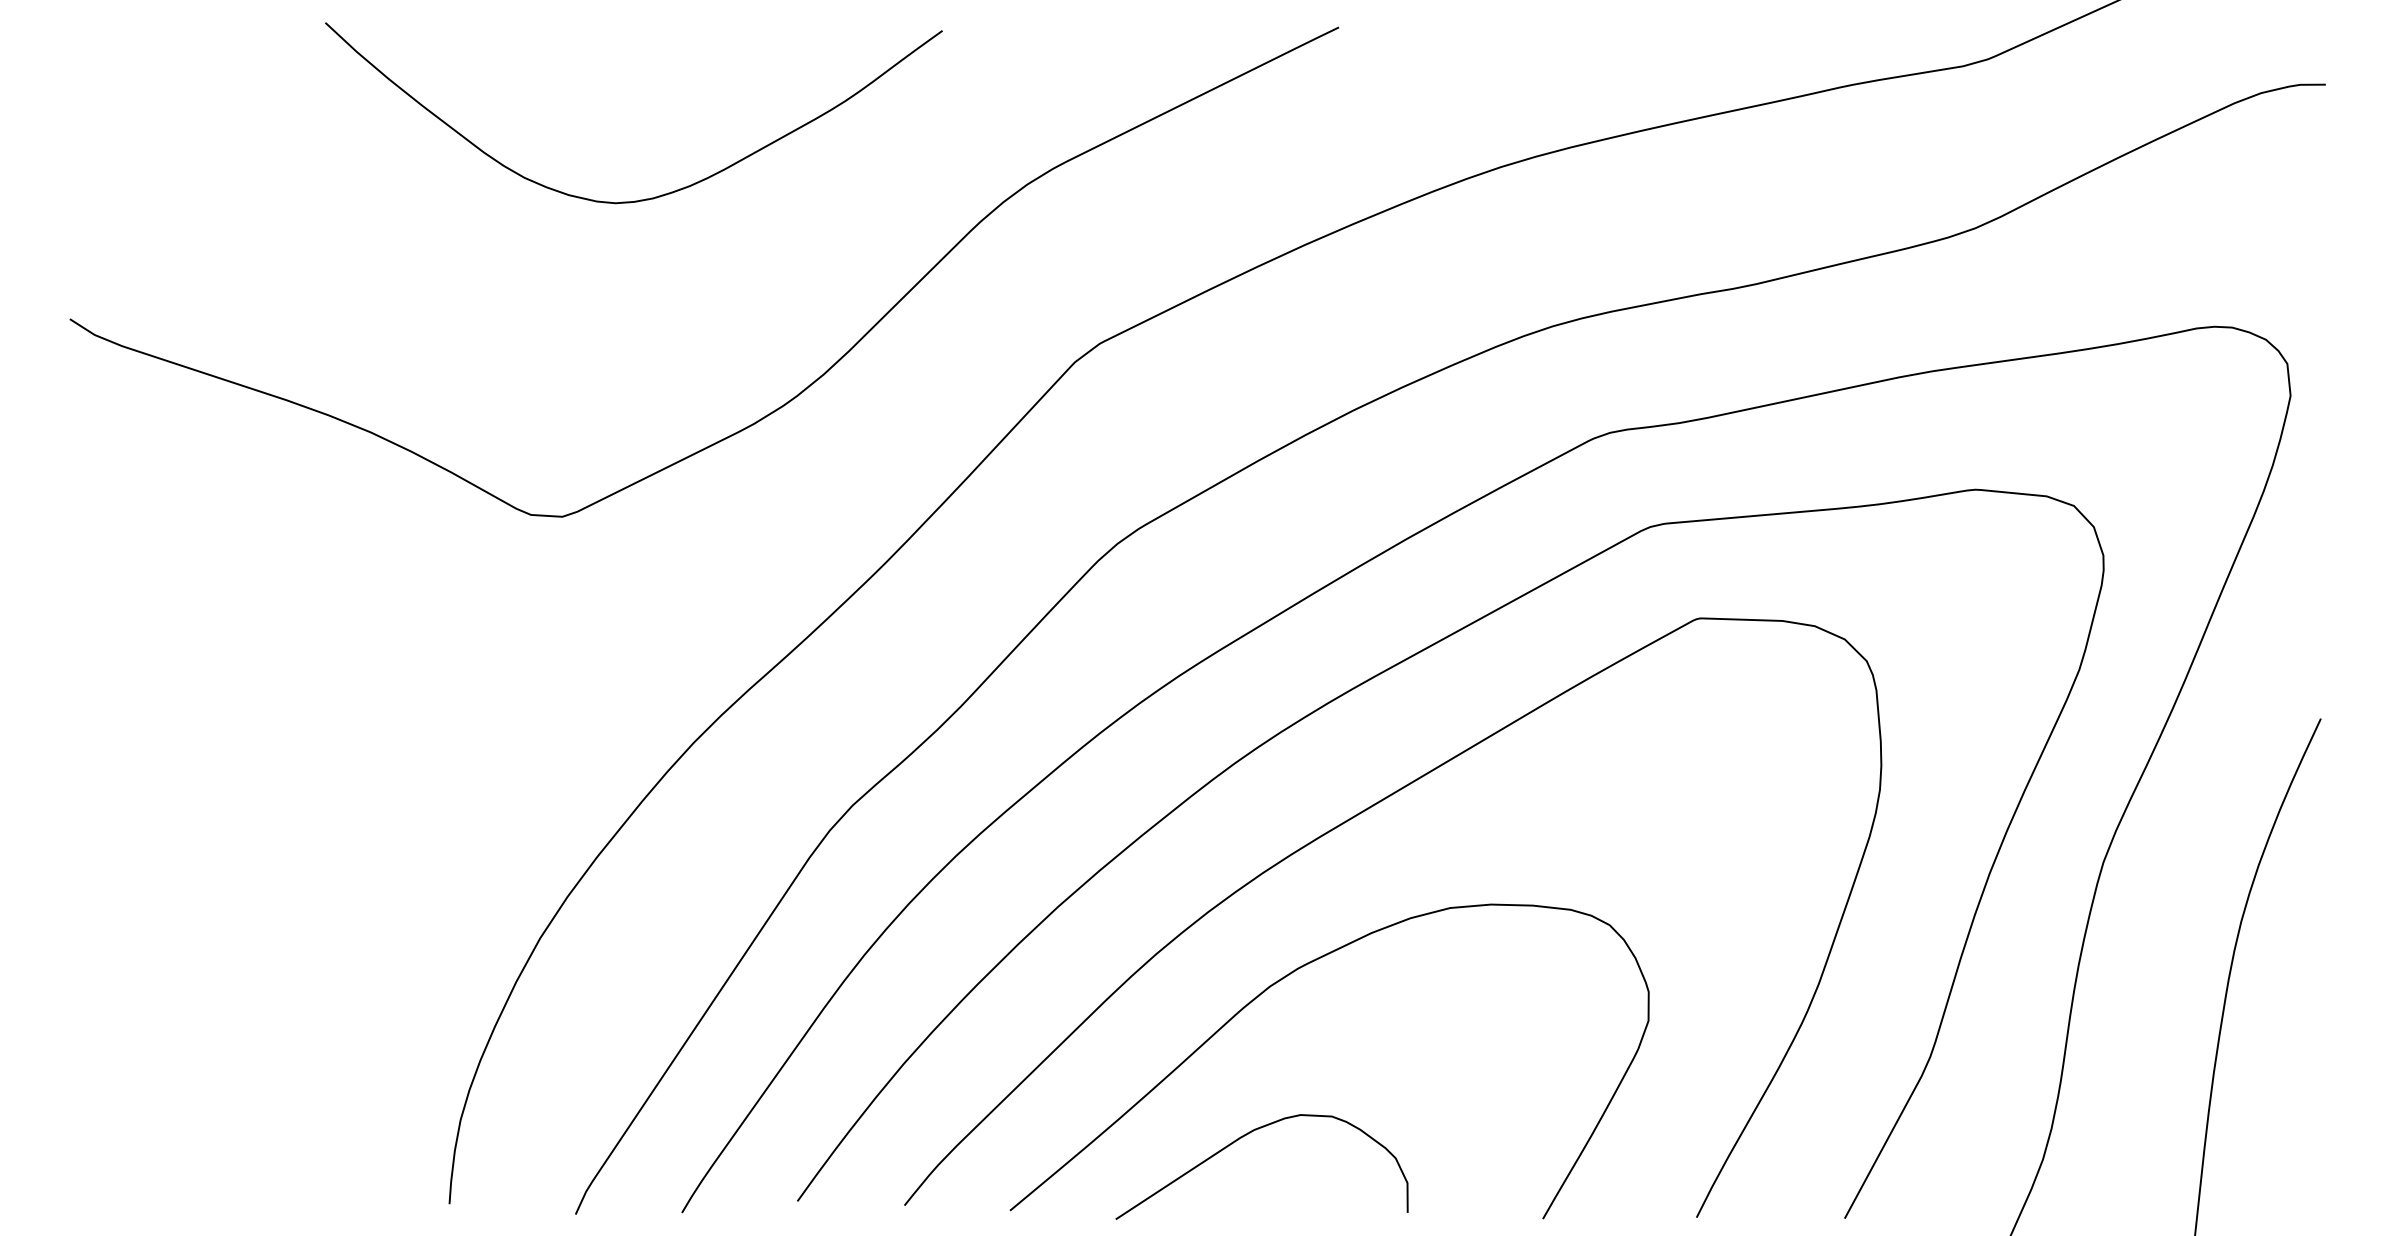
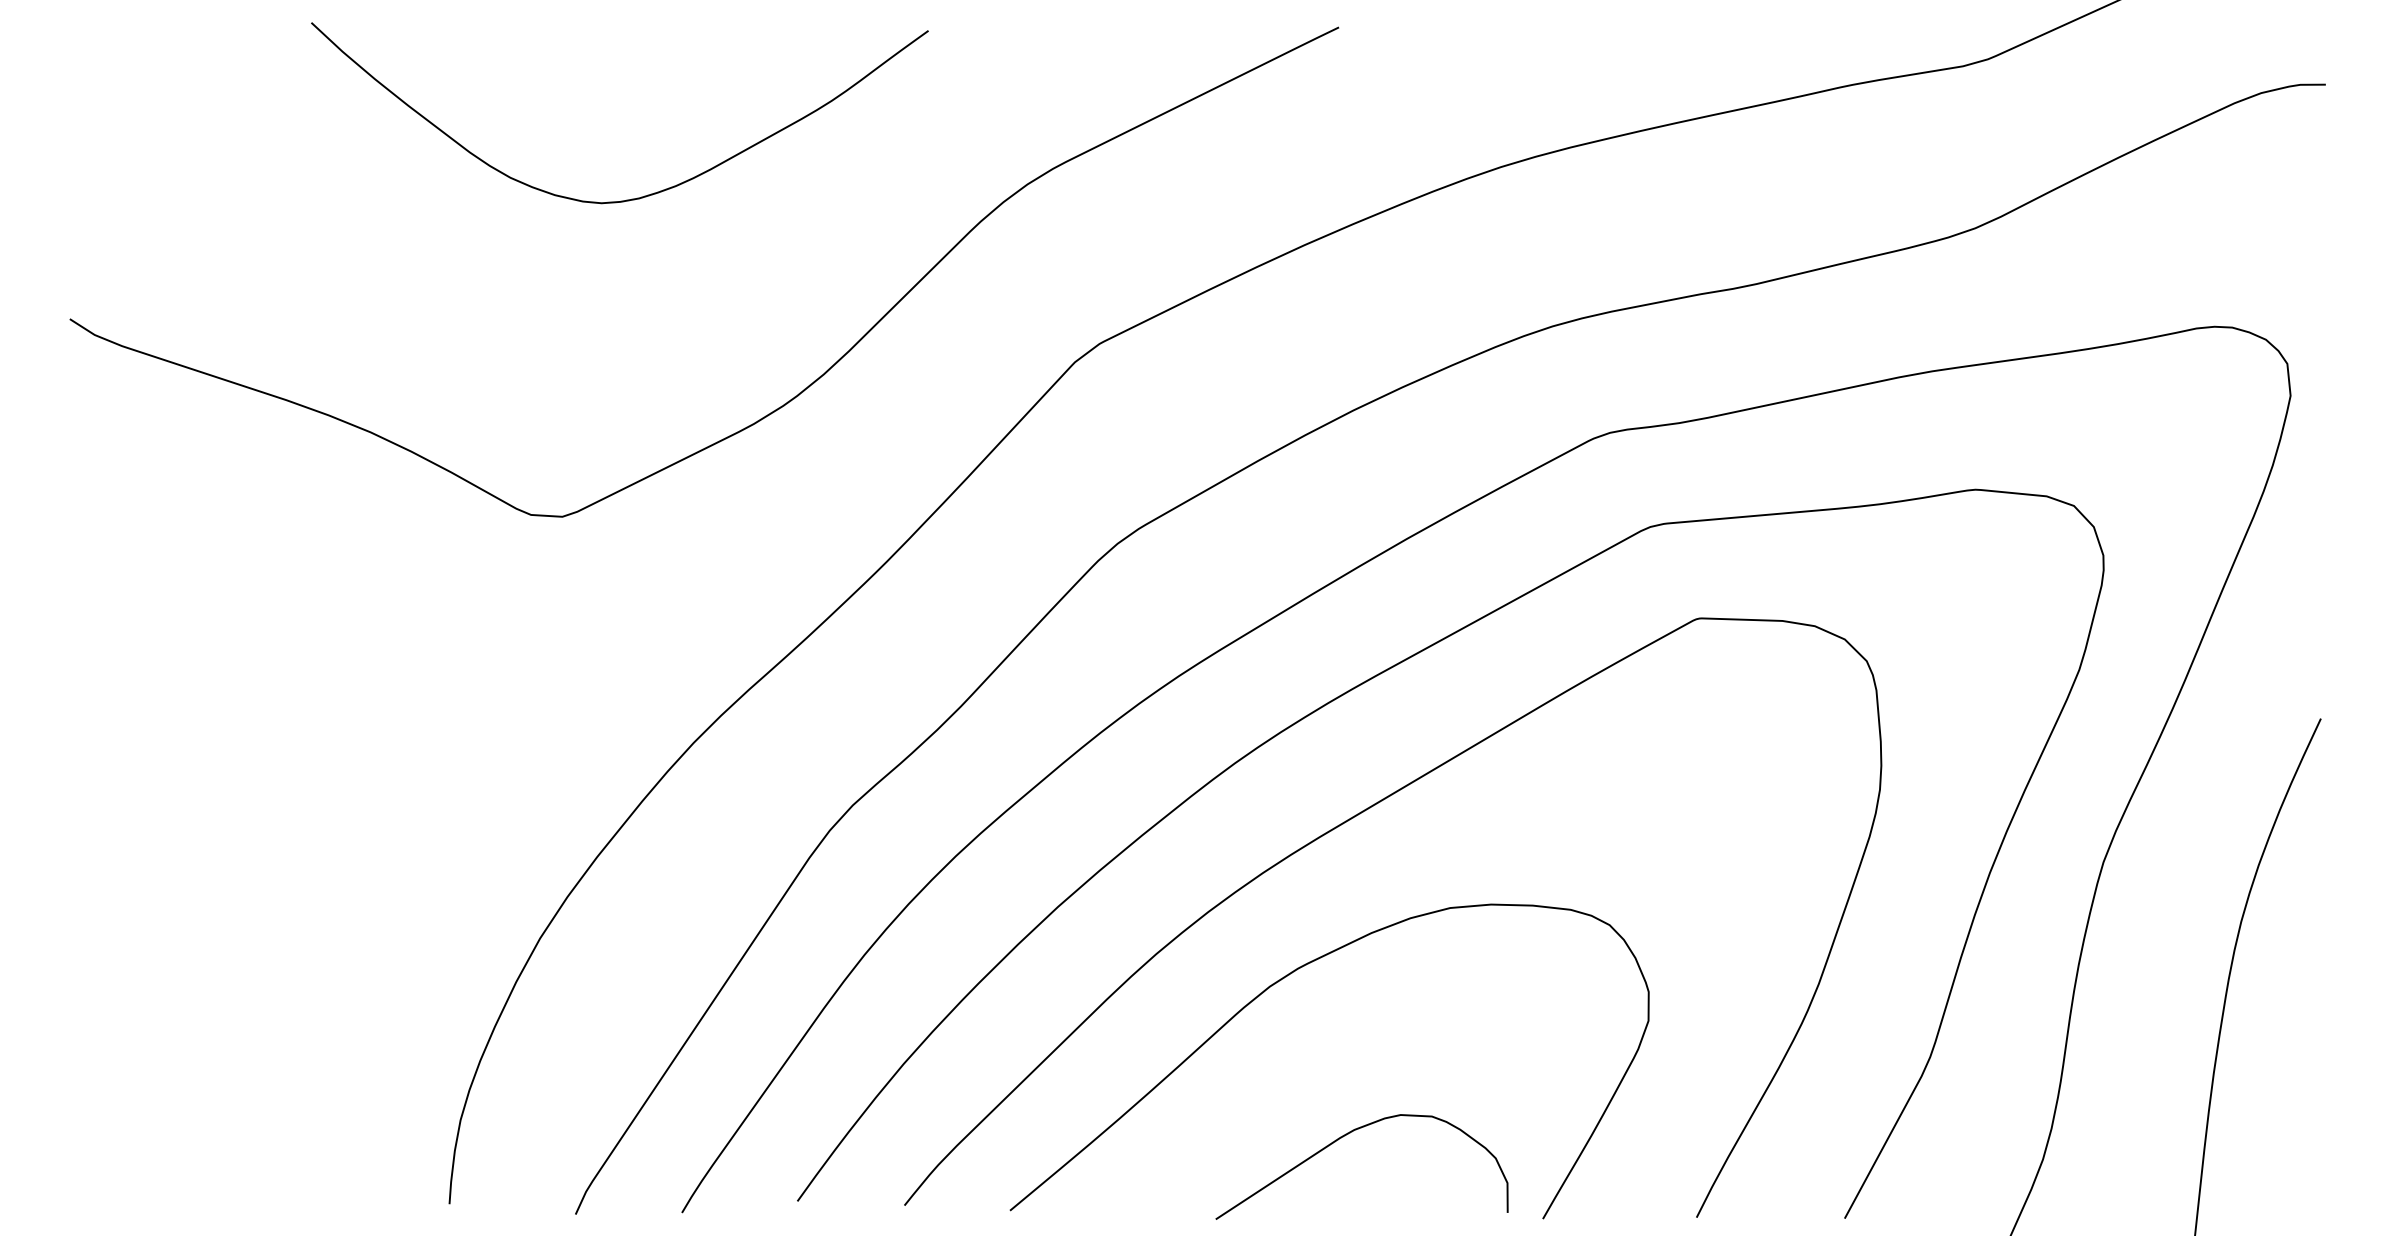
curve at (661, 194) position: (661, 194) -> (647, 194)
curve at (1243, 1137) position: (1243, 1137) -> (1343, 1137)
